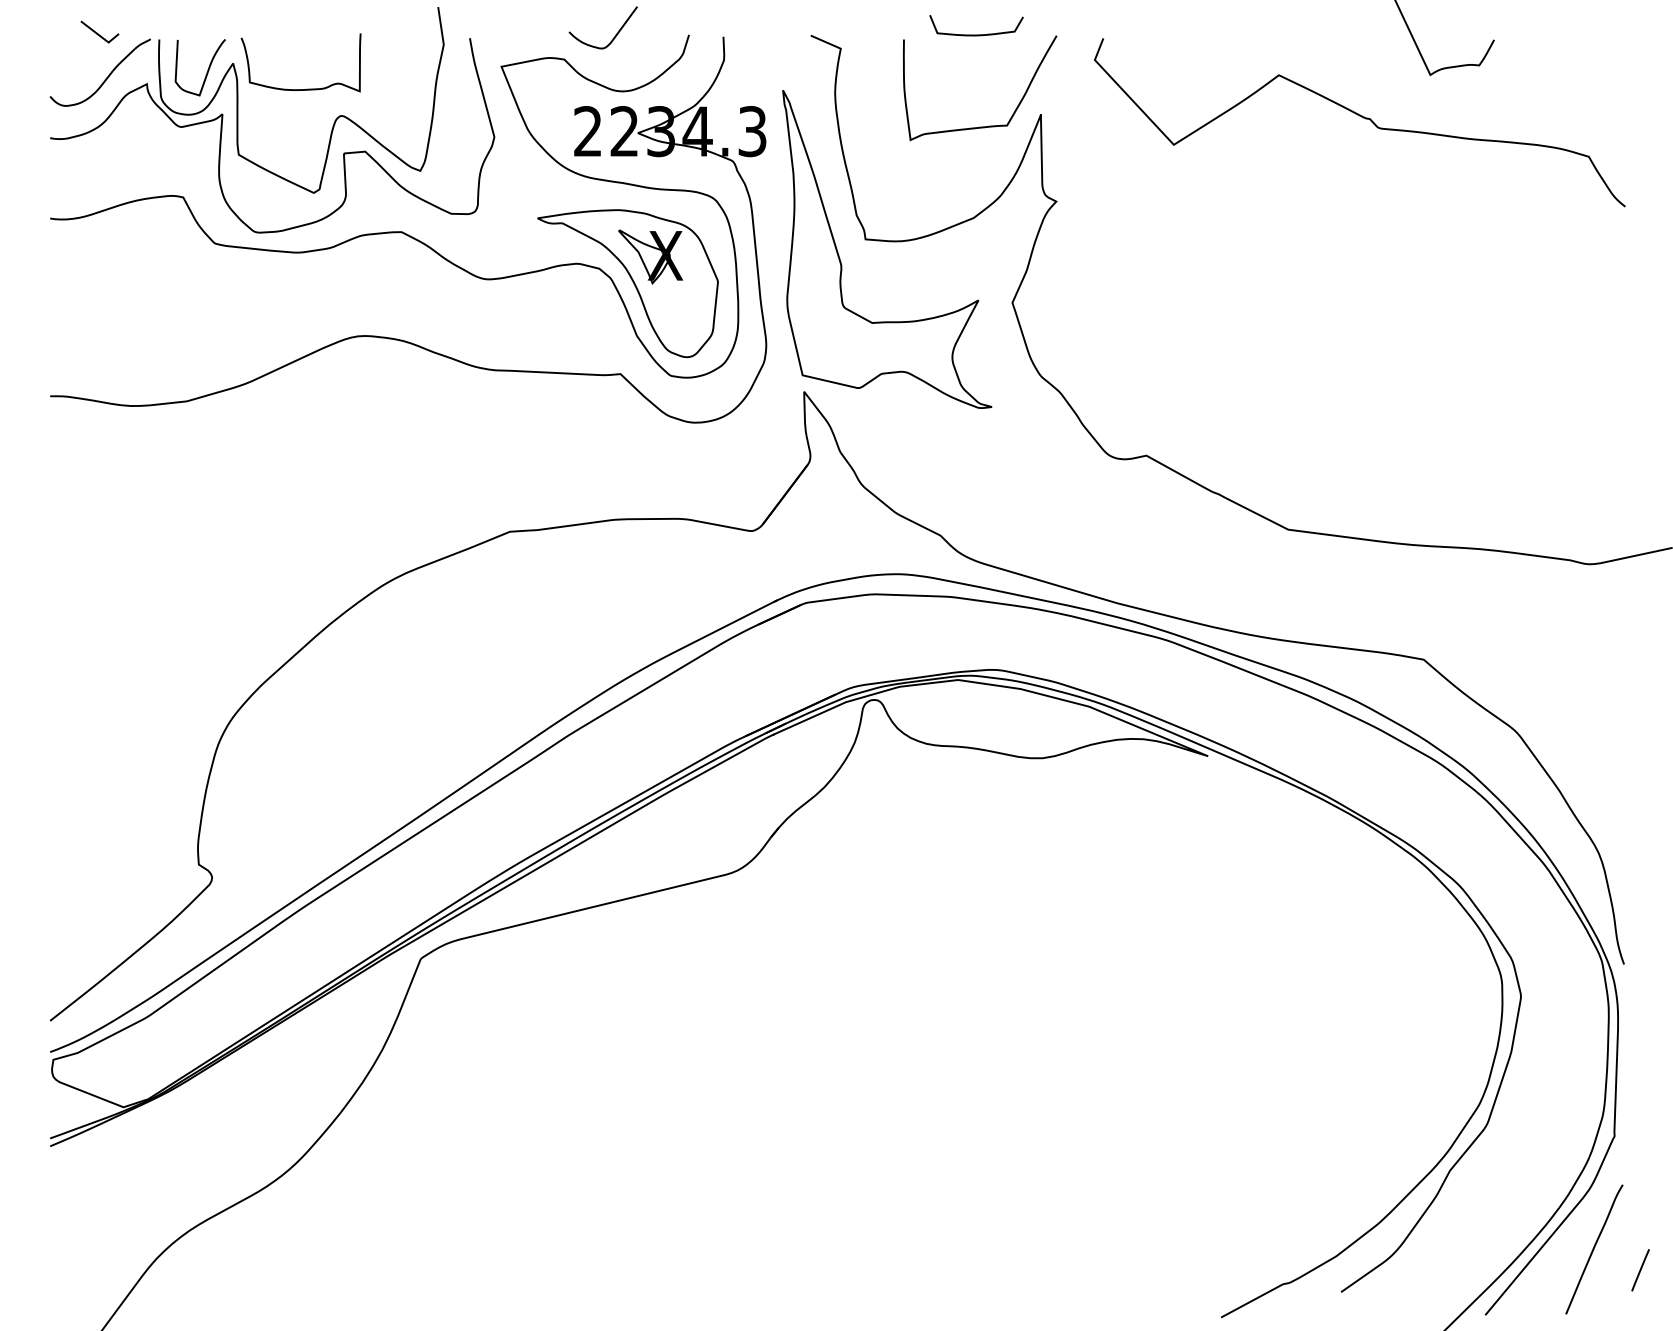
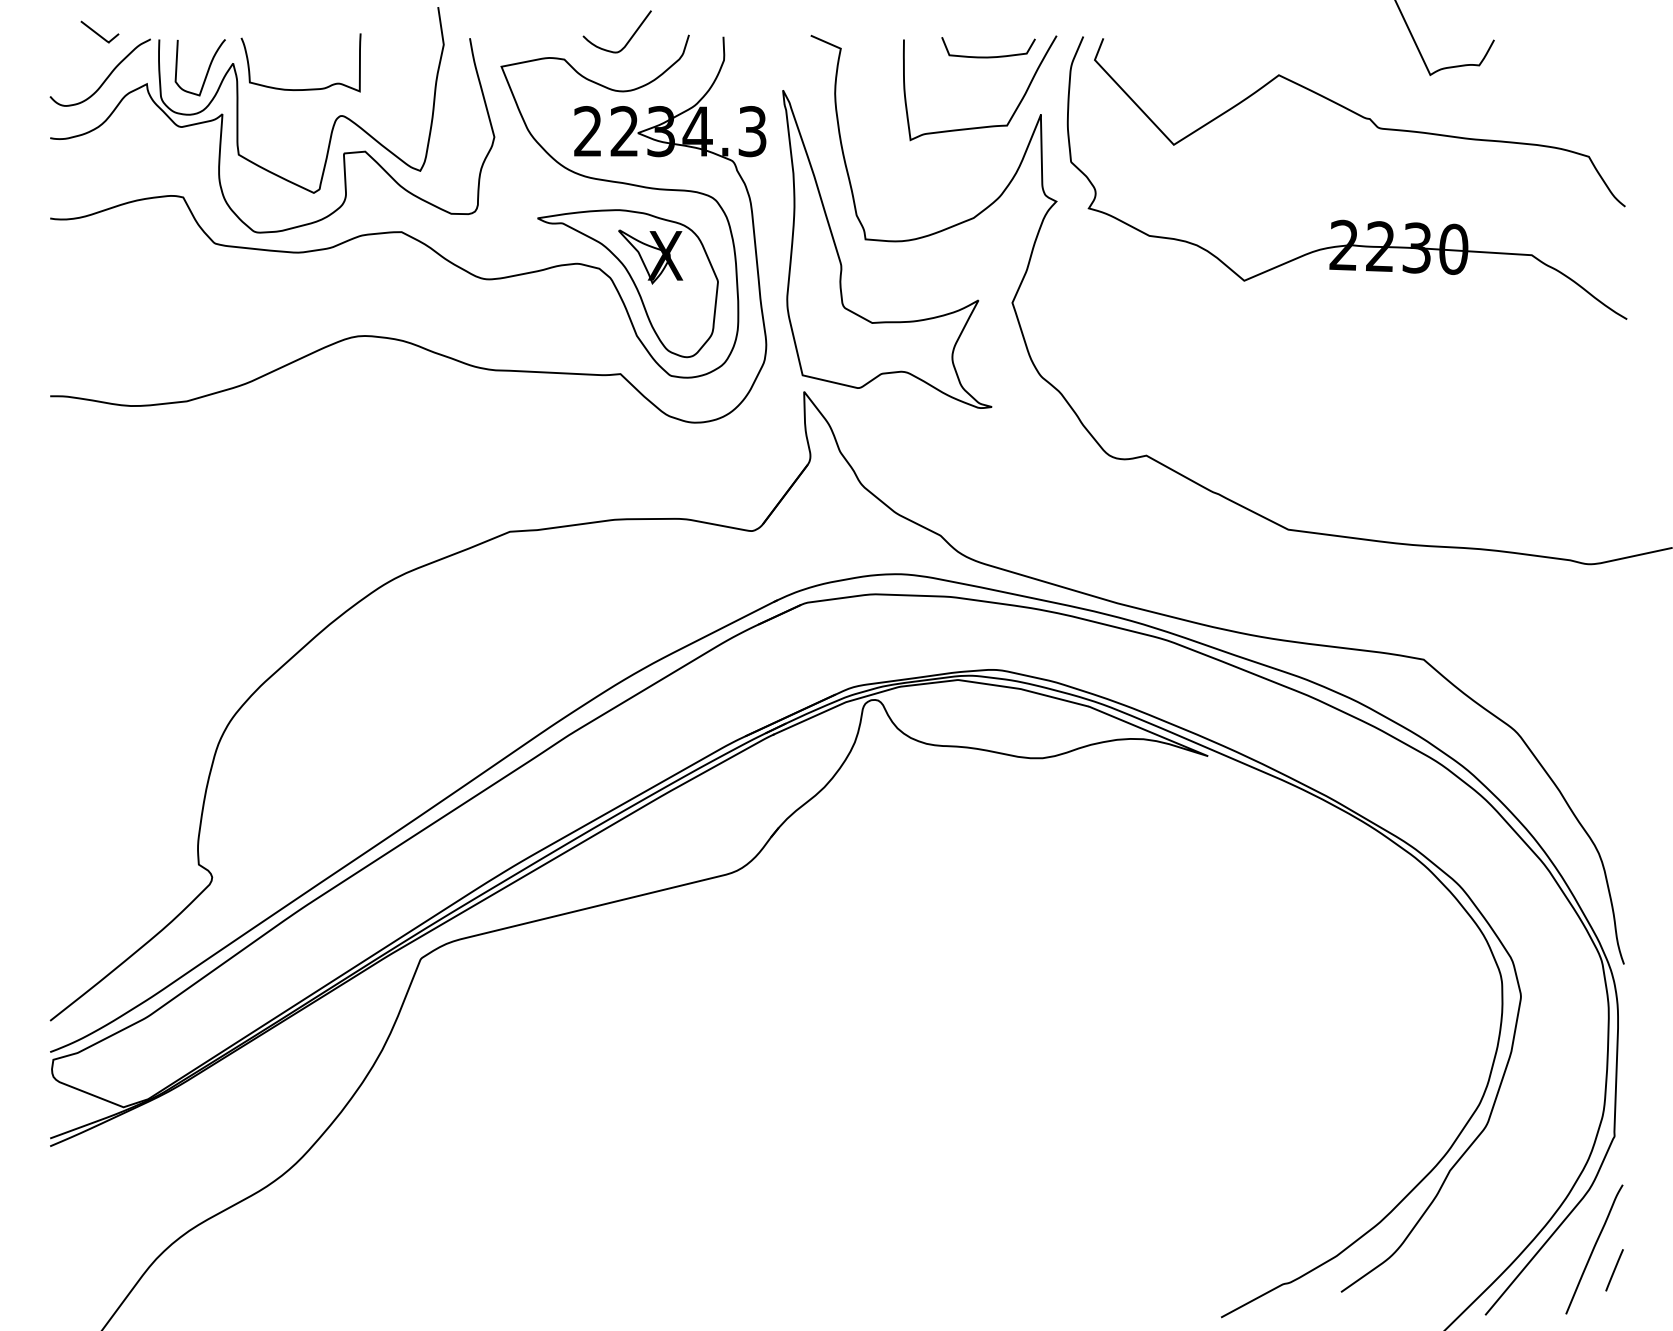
curve at (615, 34) position: (615, 34) -> (629, 38)
curve at (976, 34) position: (976, 34) -> (988, 56)
part at (1344, 219): none -> present
line at (1640, 1270) position: (1640, 1270) -> (1614, 1270)
